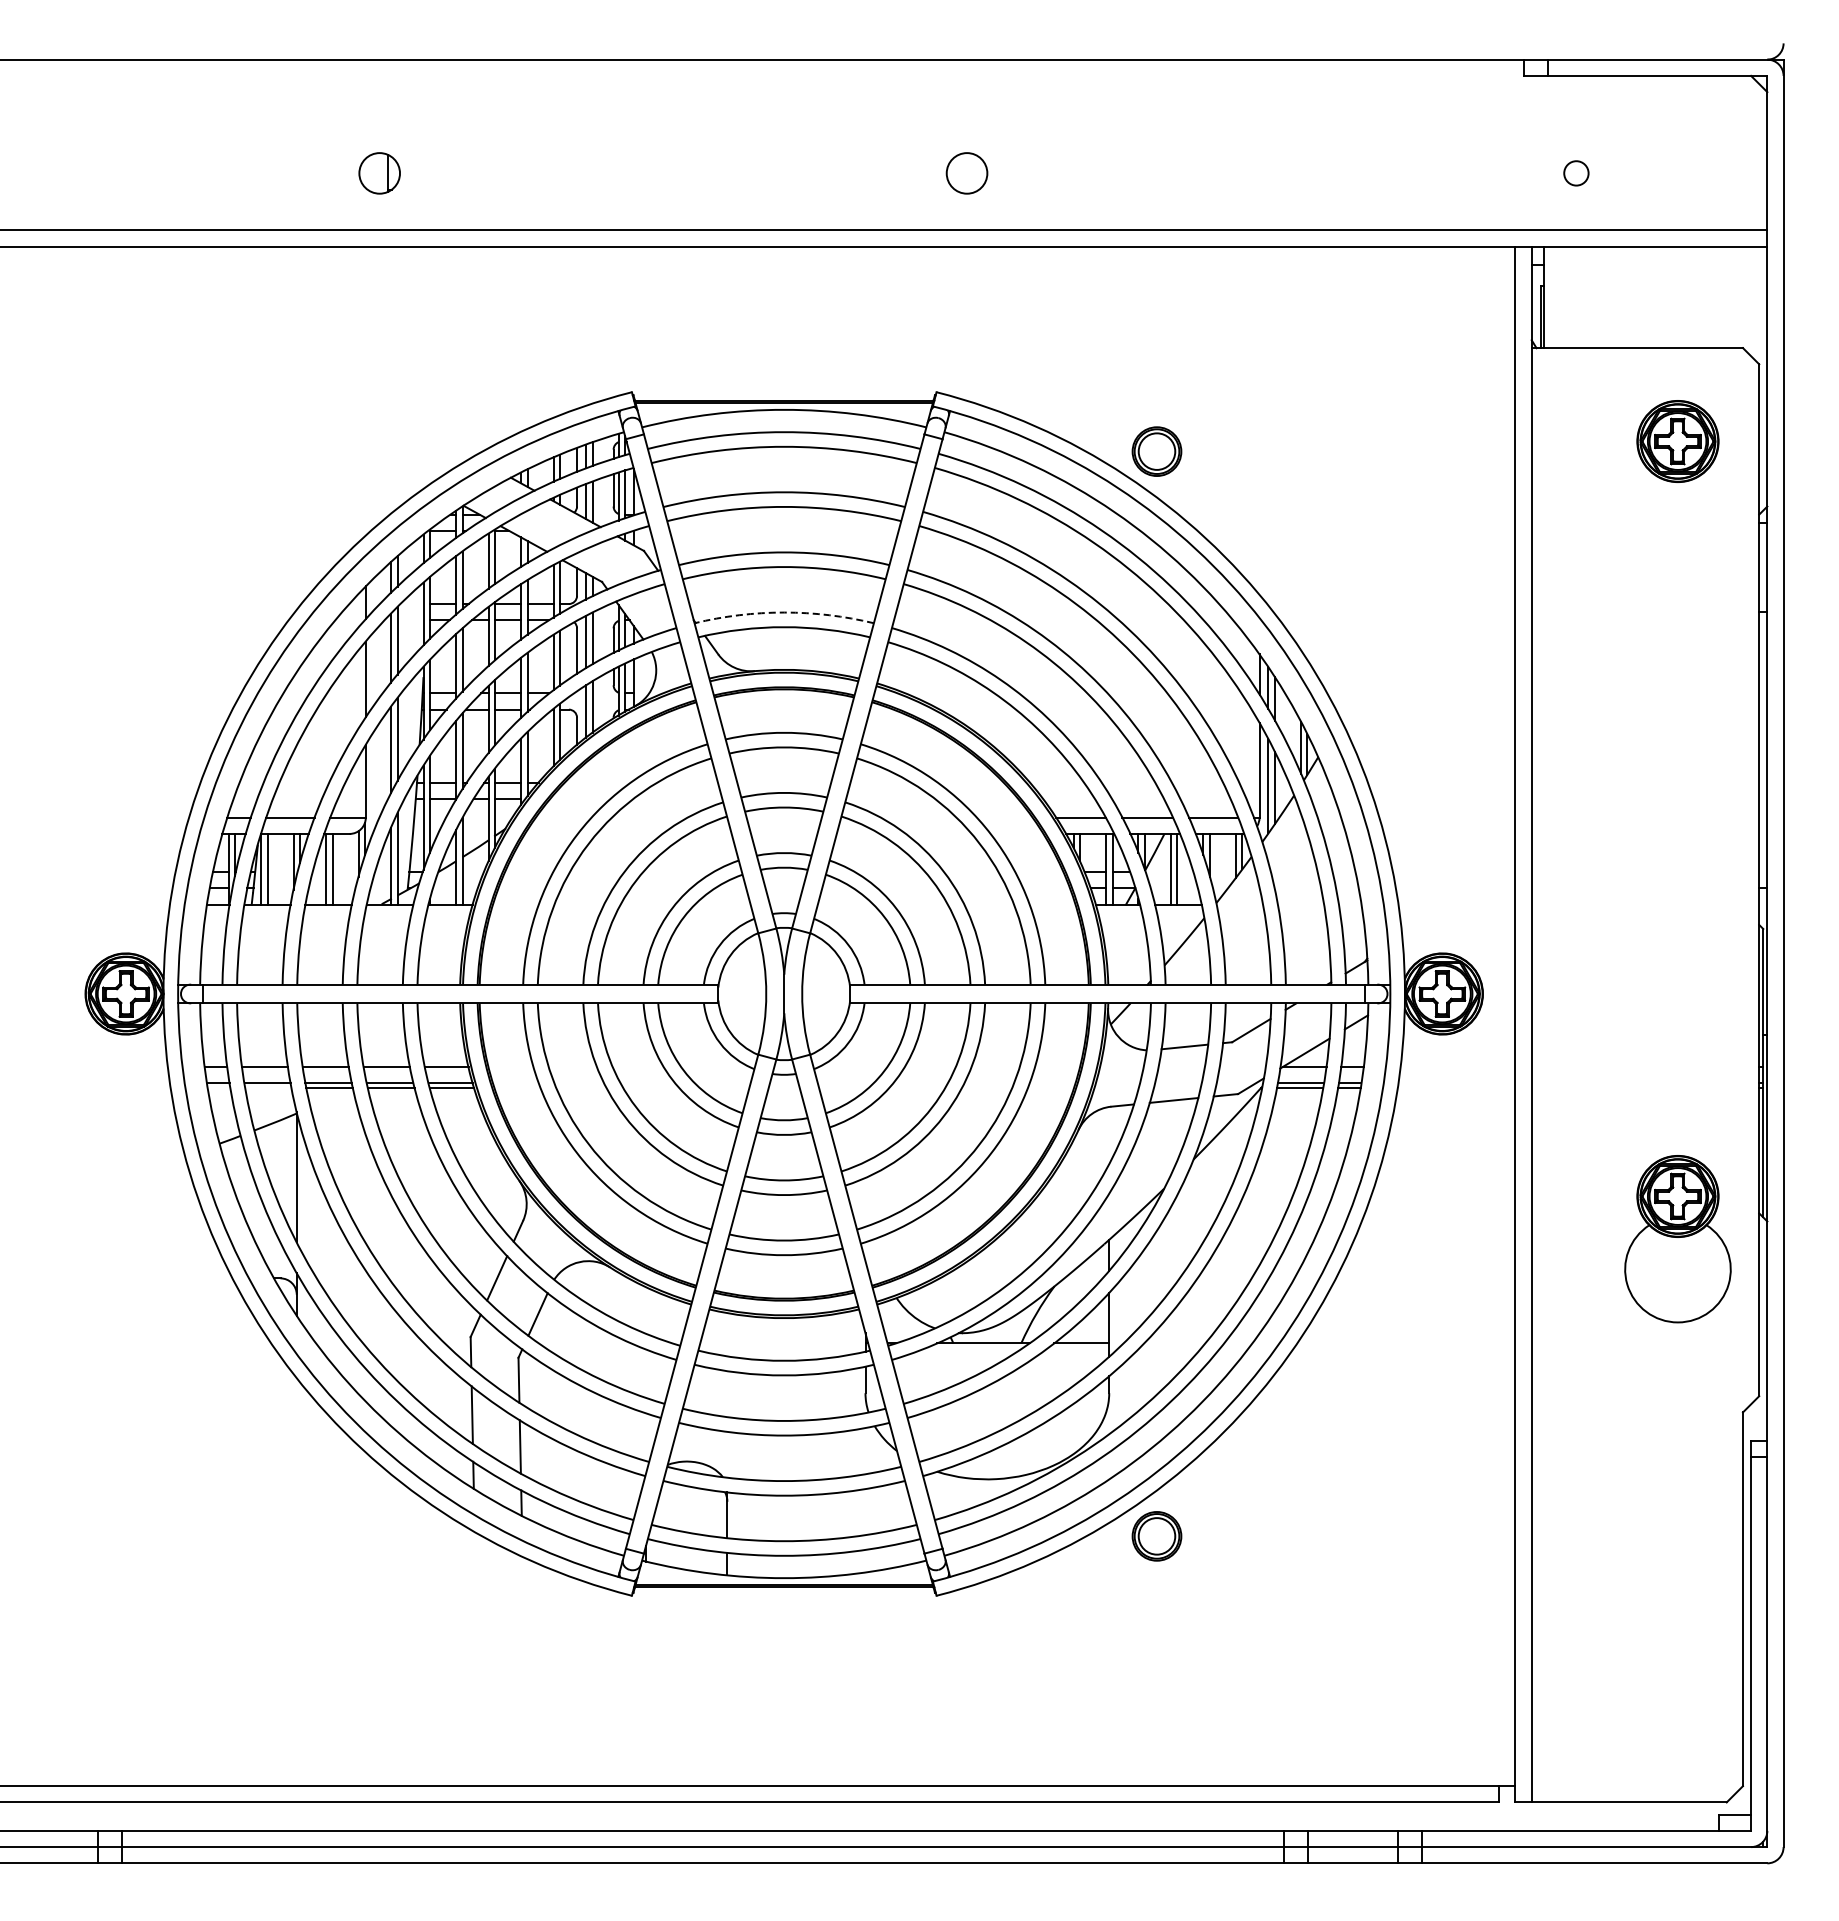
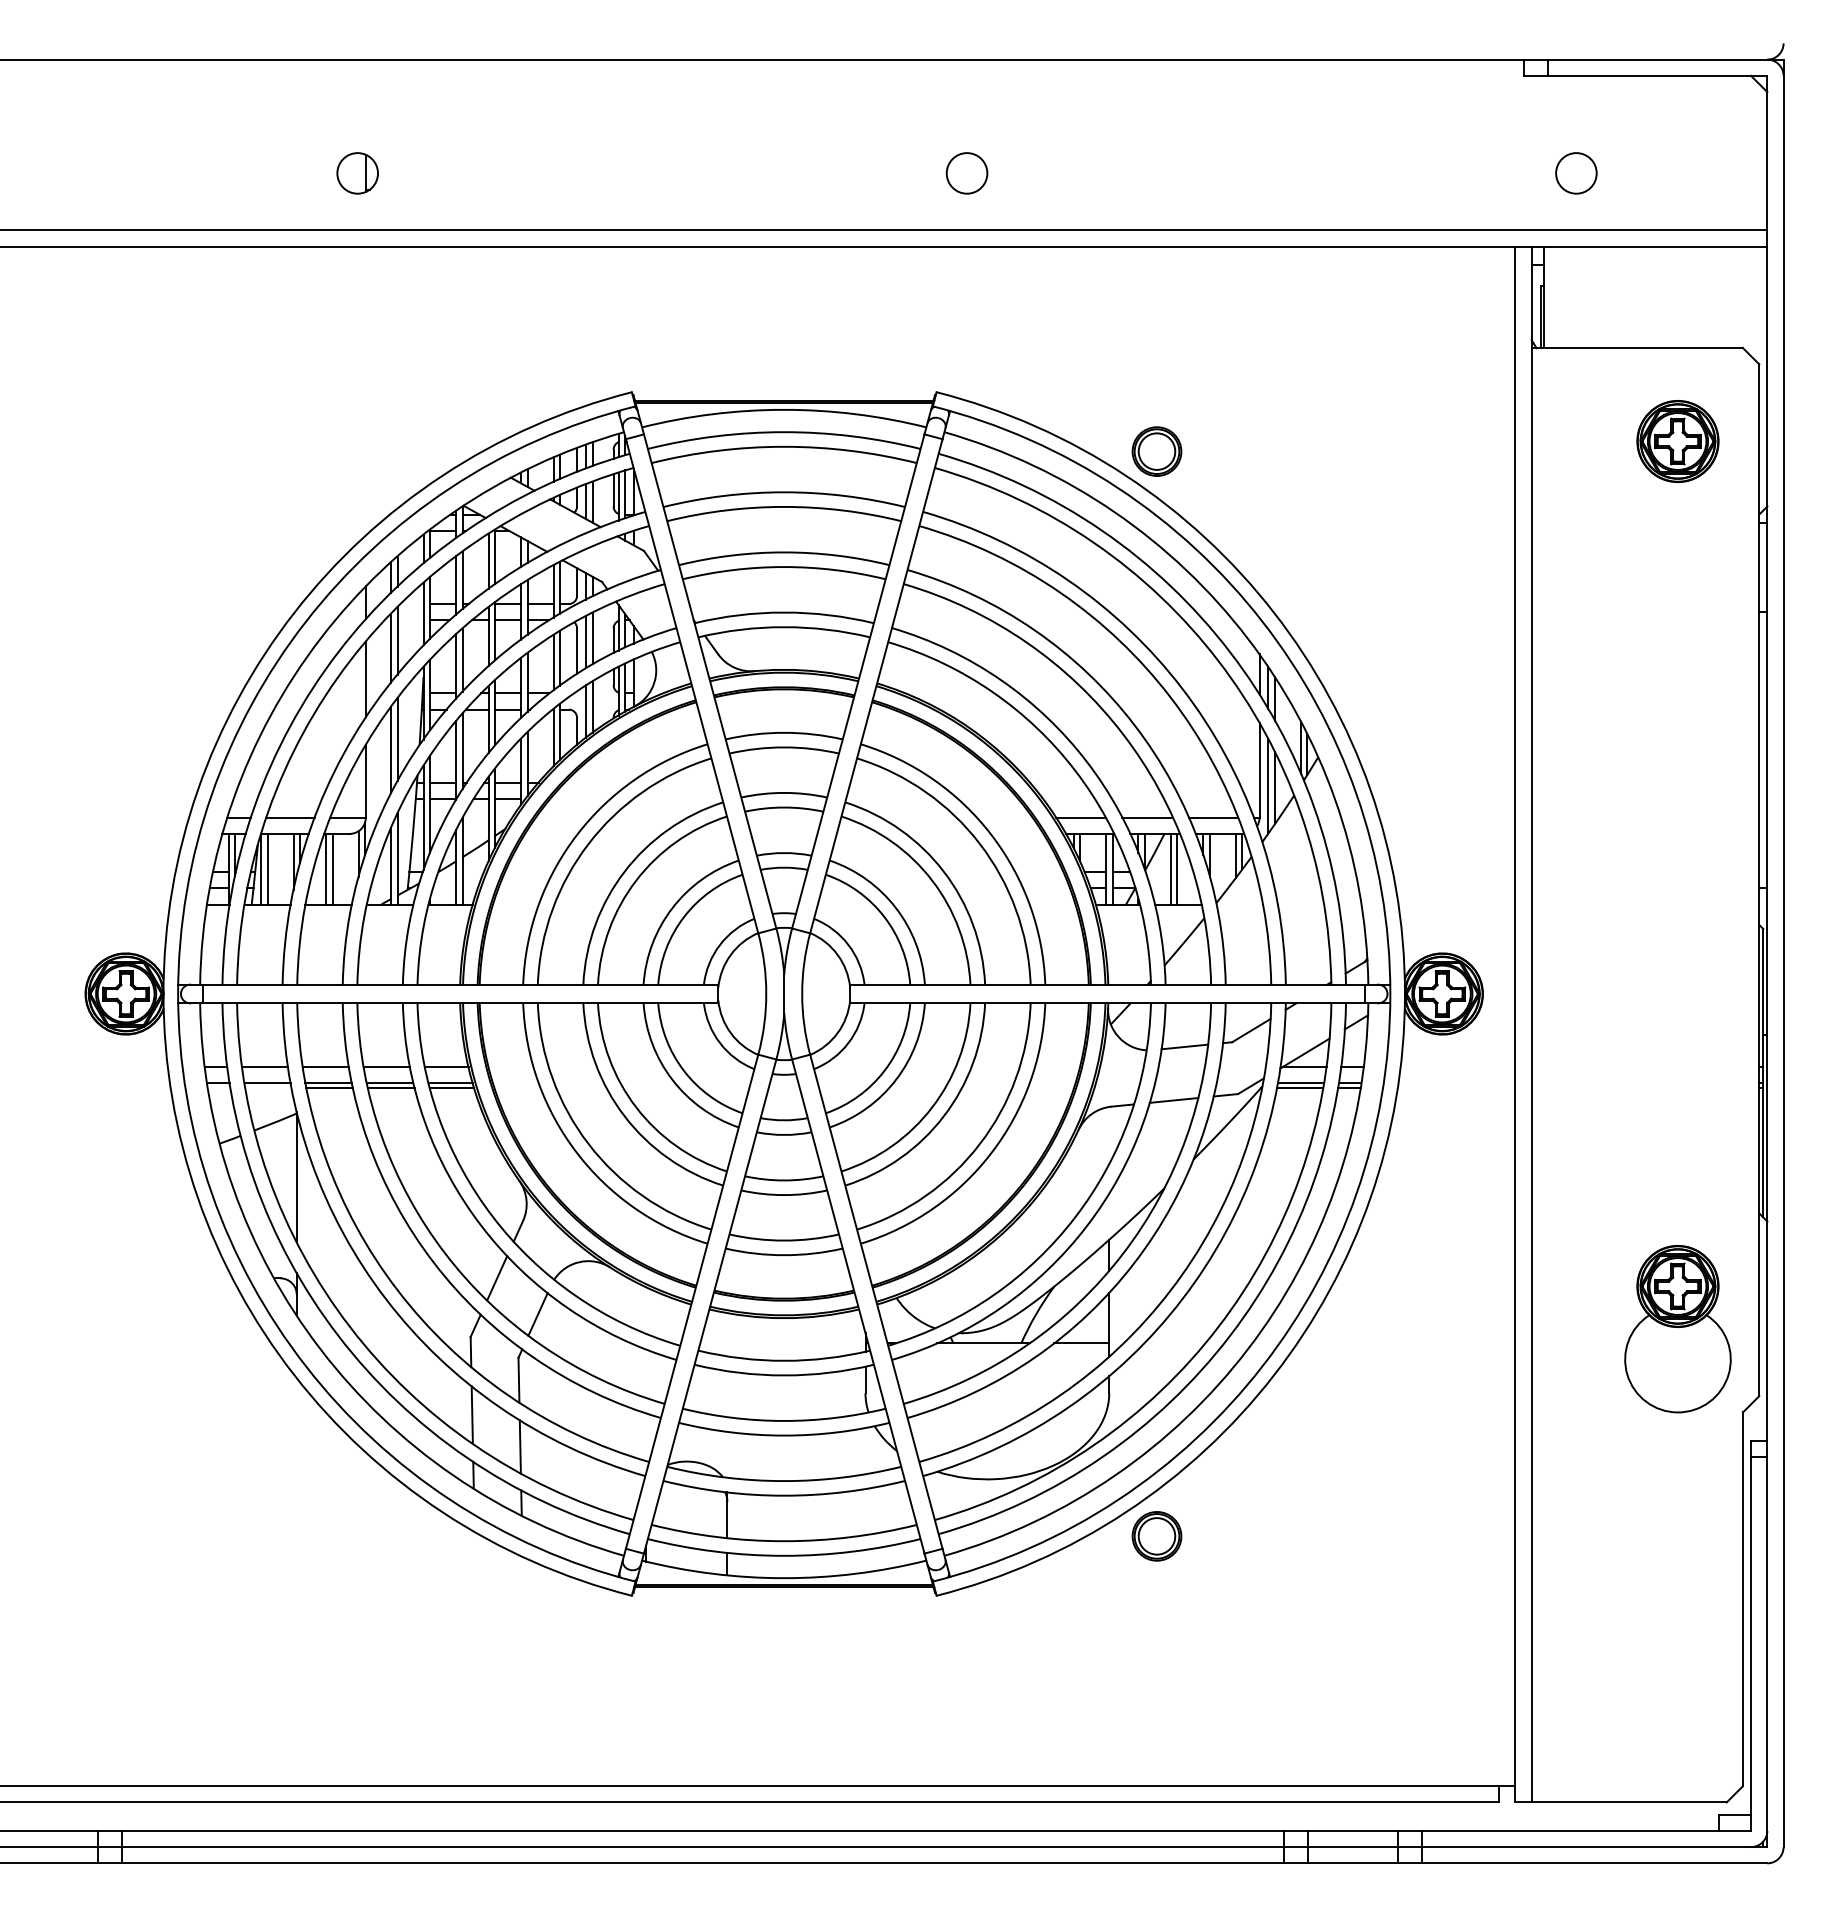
part at (379, 173) position: (379, 173) -> (357, 173)
circle at (1576, 173) diameter: 24 px -> 41 px
arc at (784, 612): dashed -> solid
part at (1677, 1239) position: (1677, 1239) -> (1677, 1329)
